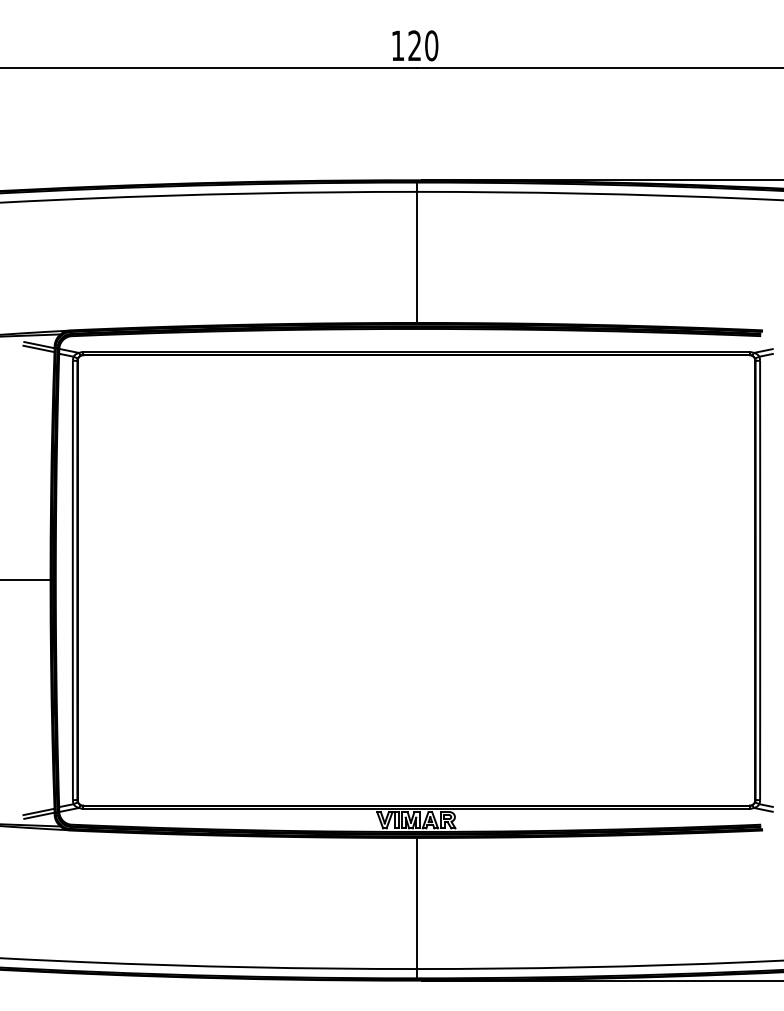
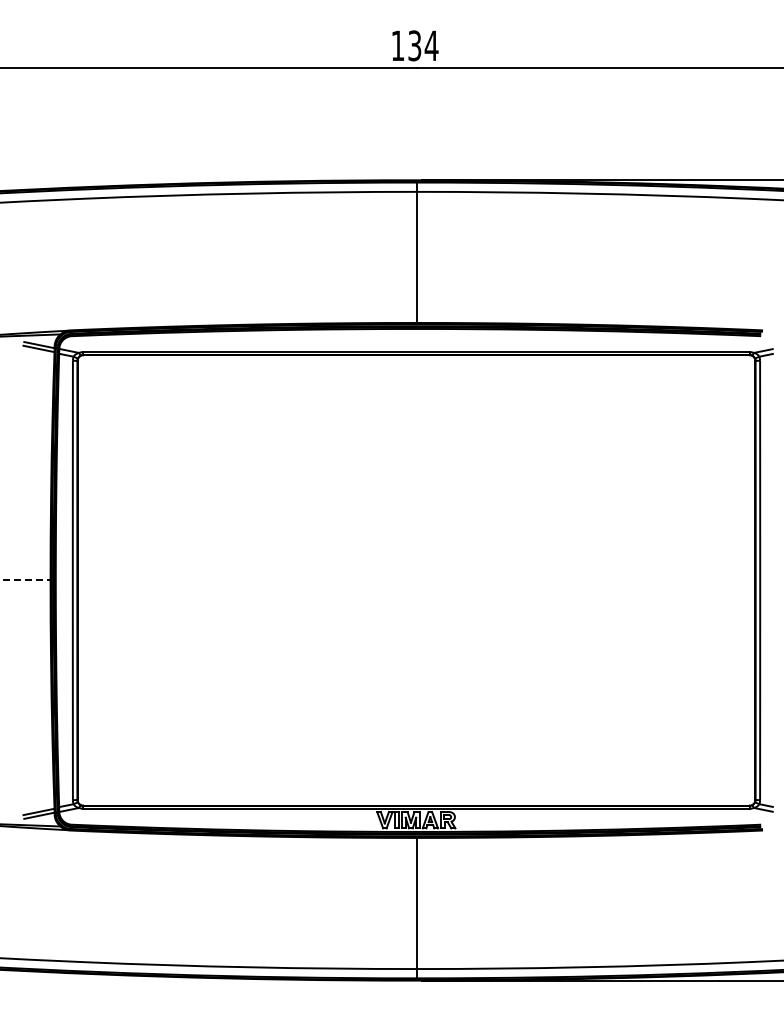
text at (423, 45): 120 -> 134
line at (26, 580): solid -> dashed
